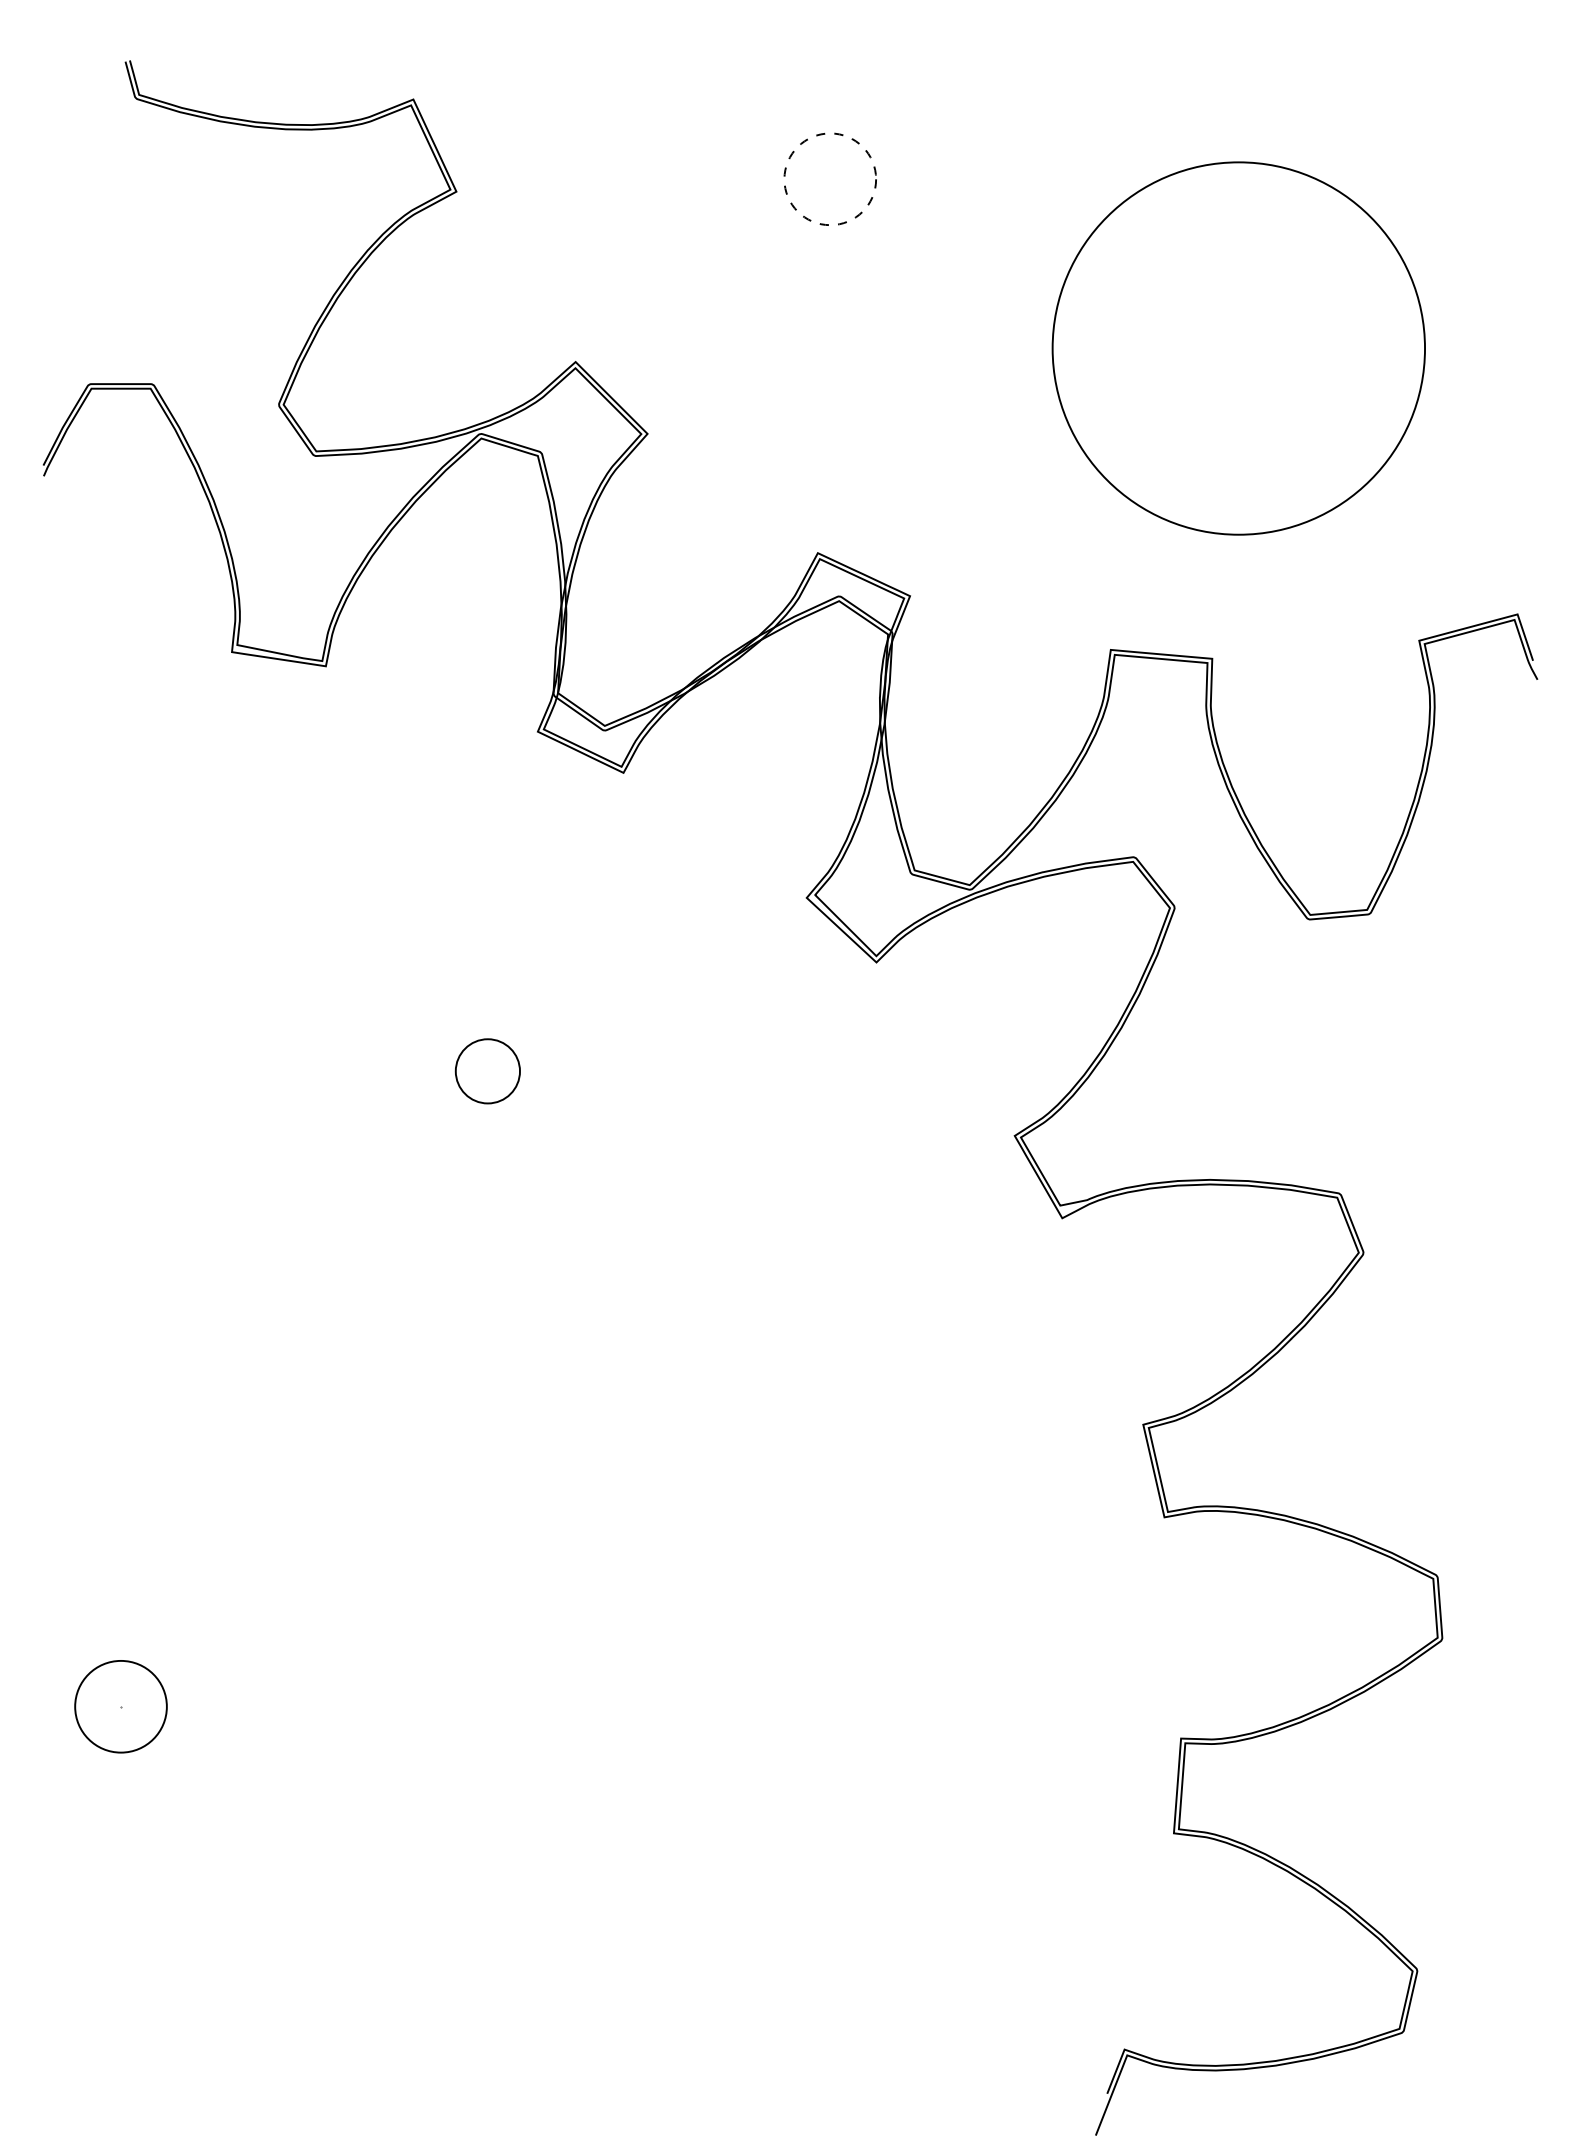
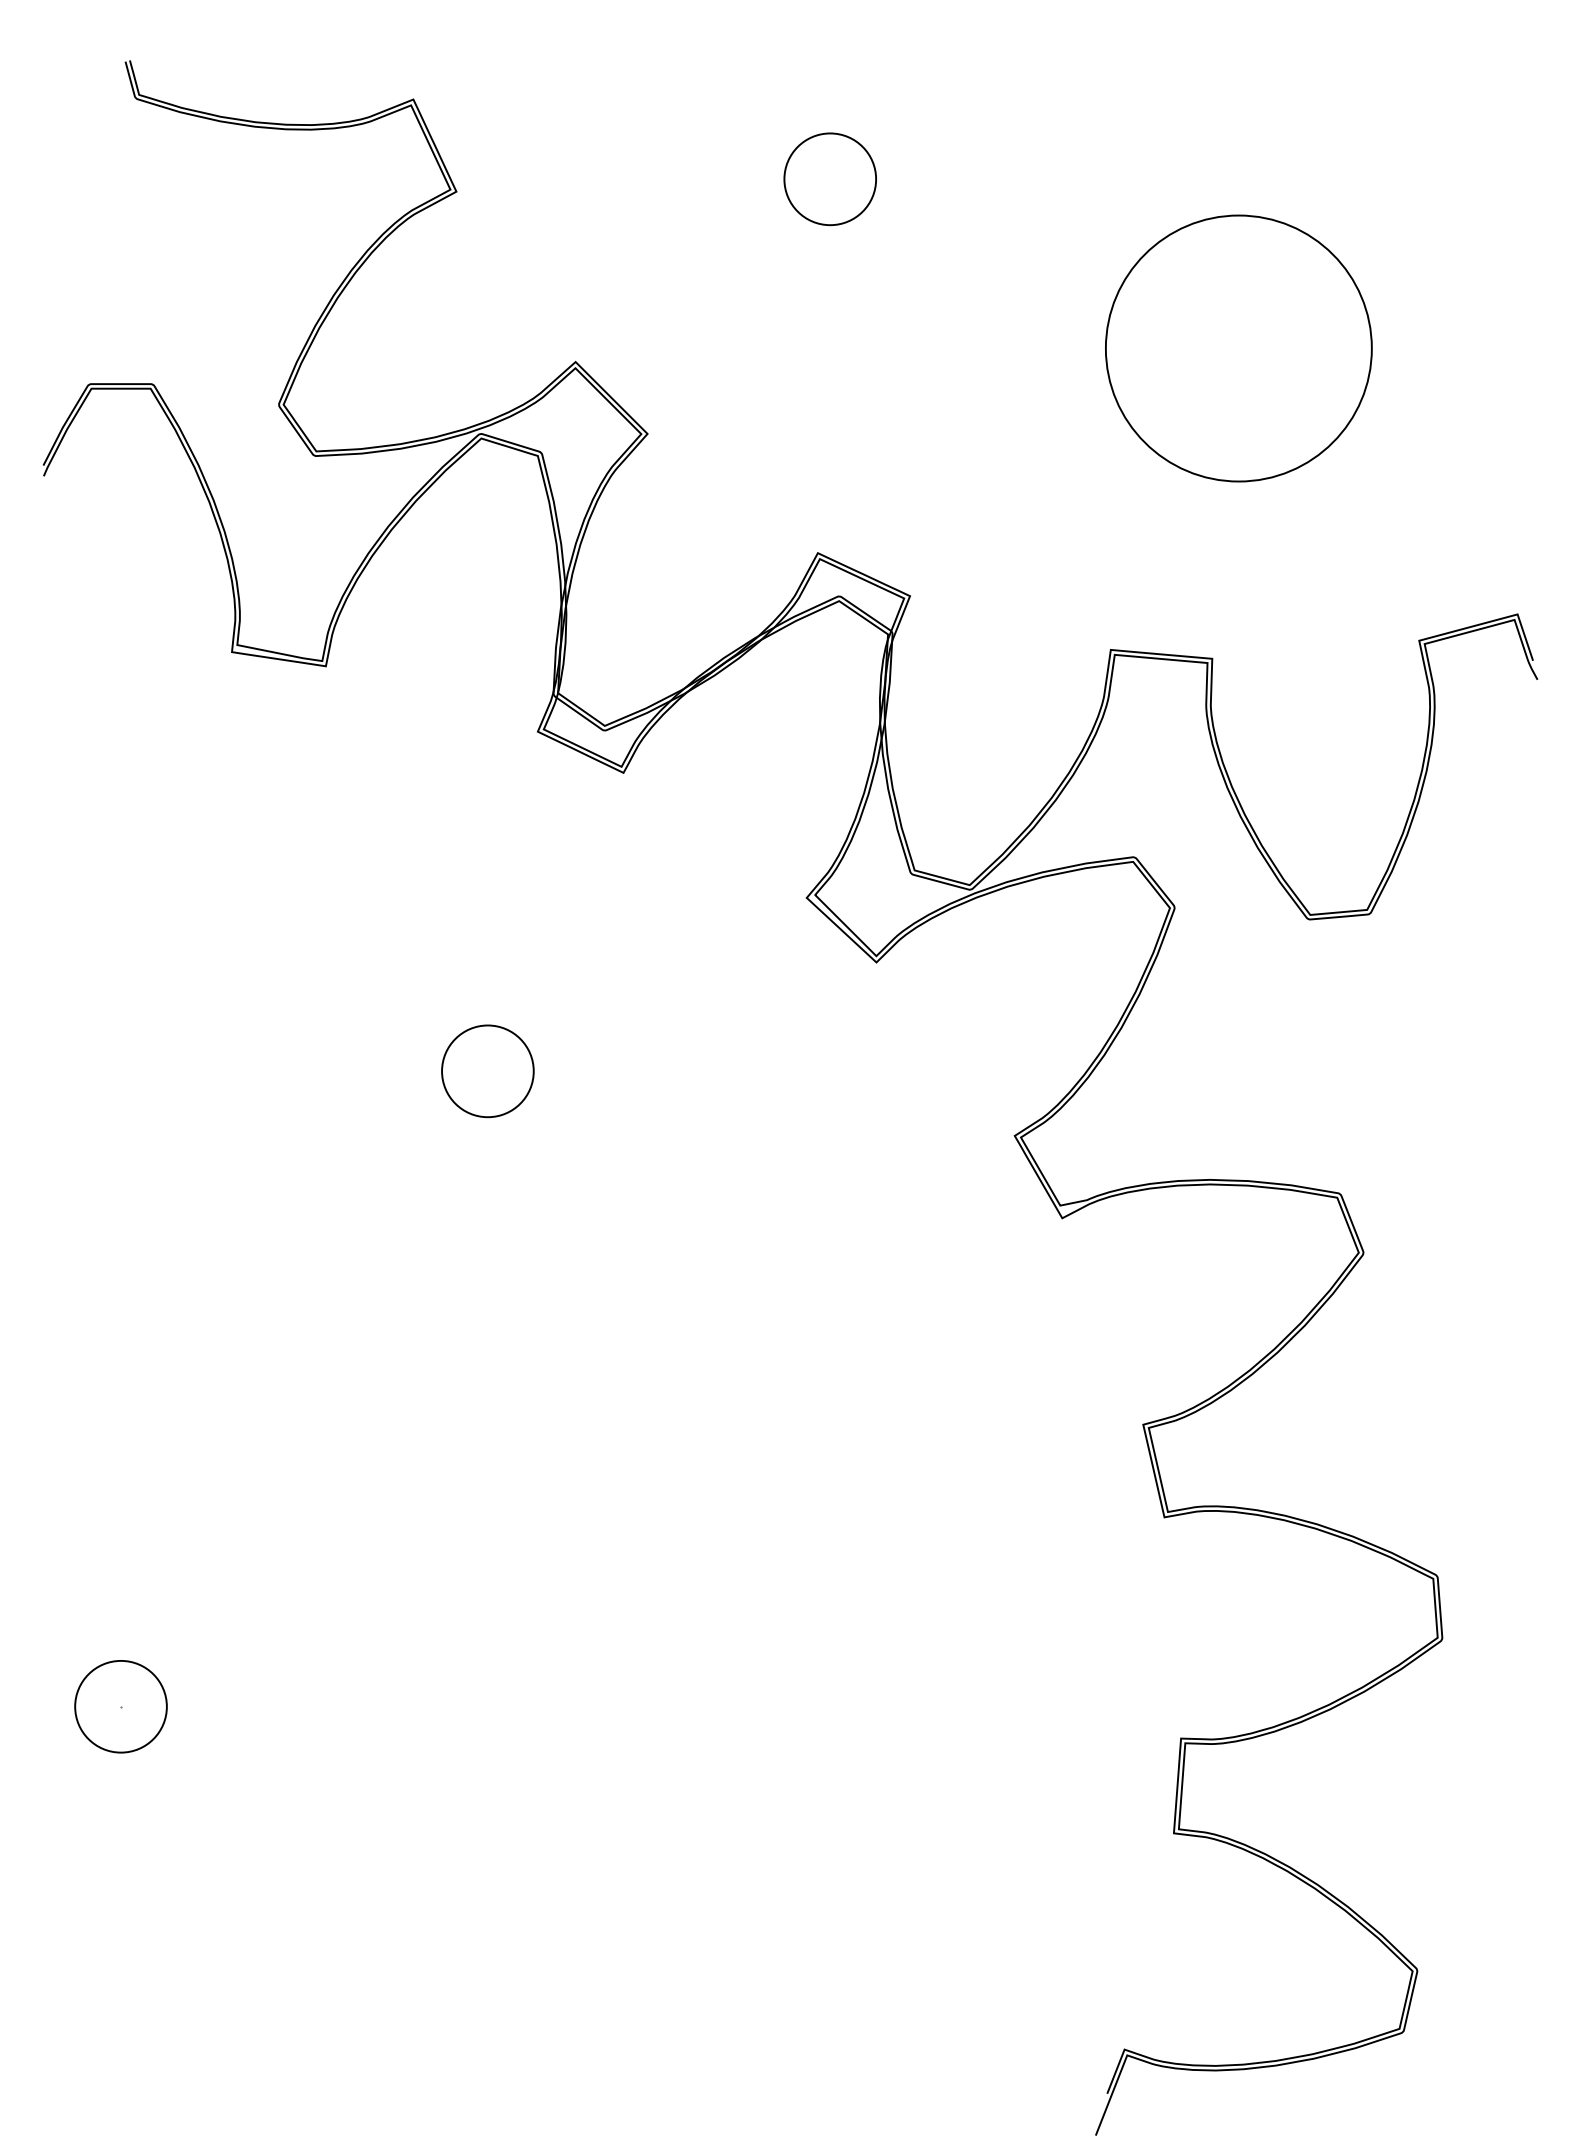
circle at (830, 179): dashed -> solid
part at (1238, 348) size: 375x375 px -> 268x269 px
circle at (487, 1071) diameter: 64 px -> 92 px
